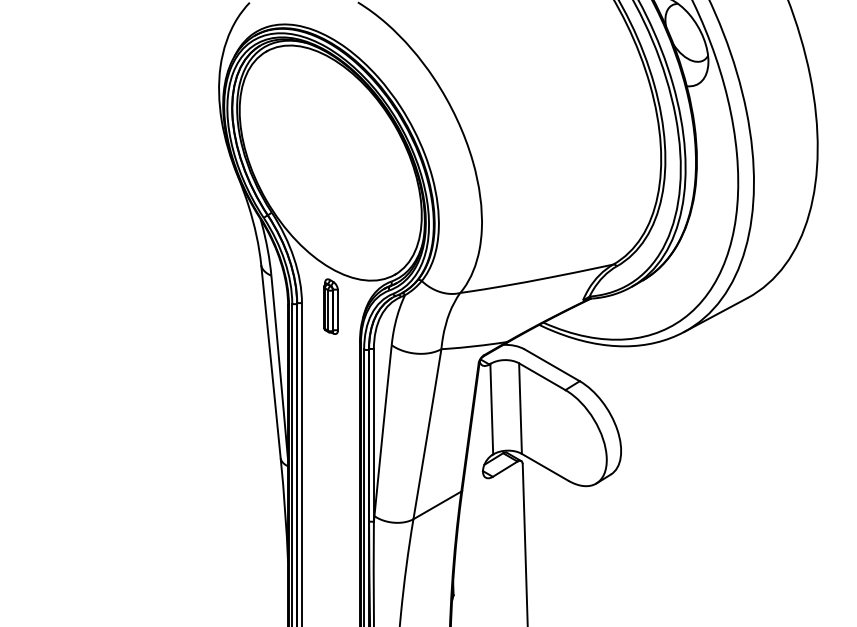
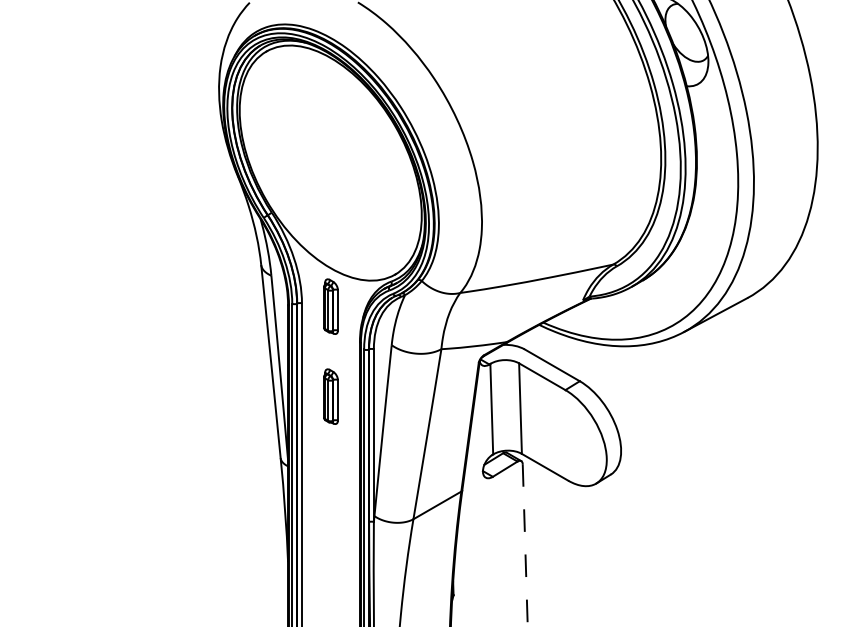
part at (330, 396): none -> present
line at (525, 546): solid -> dashed
